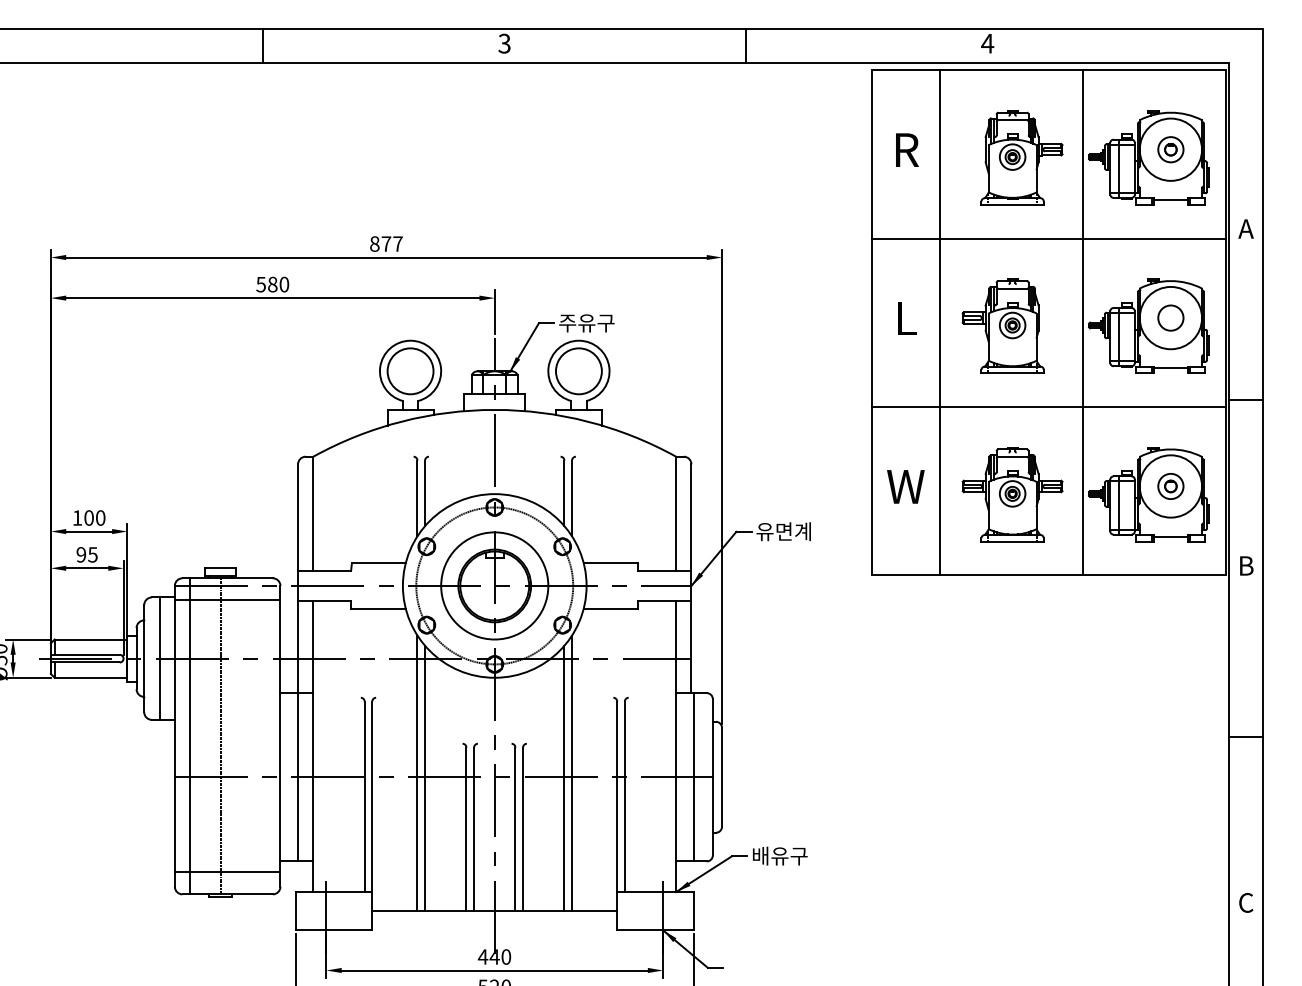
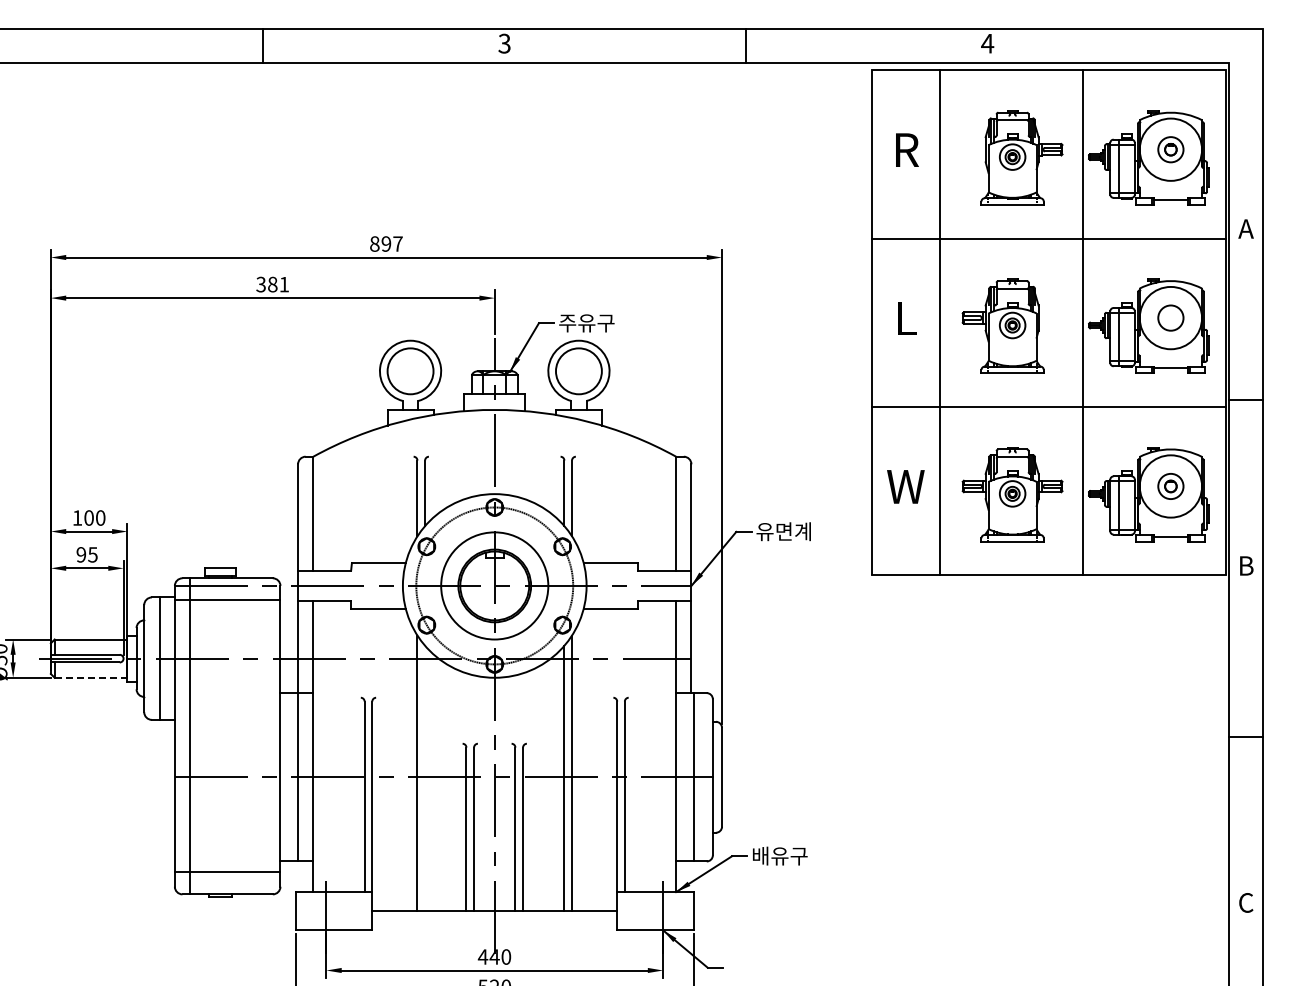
text at (386, 243): 877 -> 897
text at (272, 284): 580 -> 381
line at (91, 677): solid -> dashed
line at (220, 736): present -> none
line at (425, 778): present -> none
